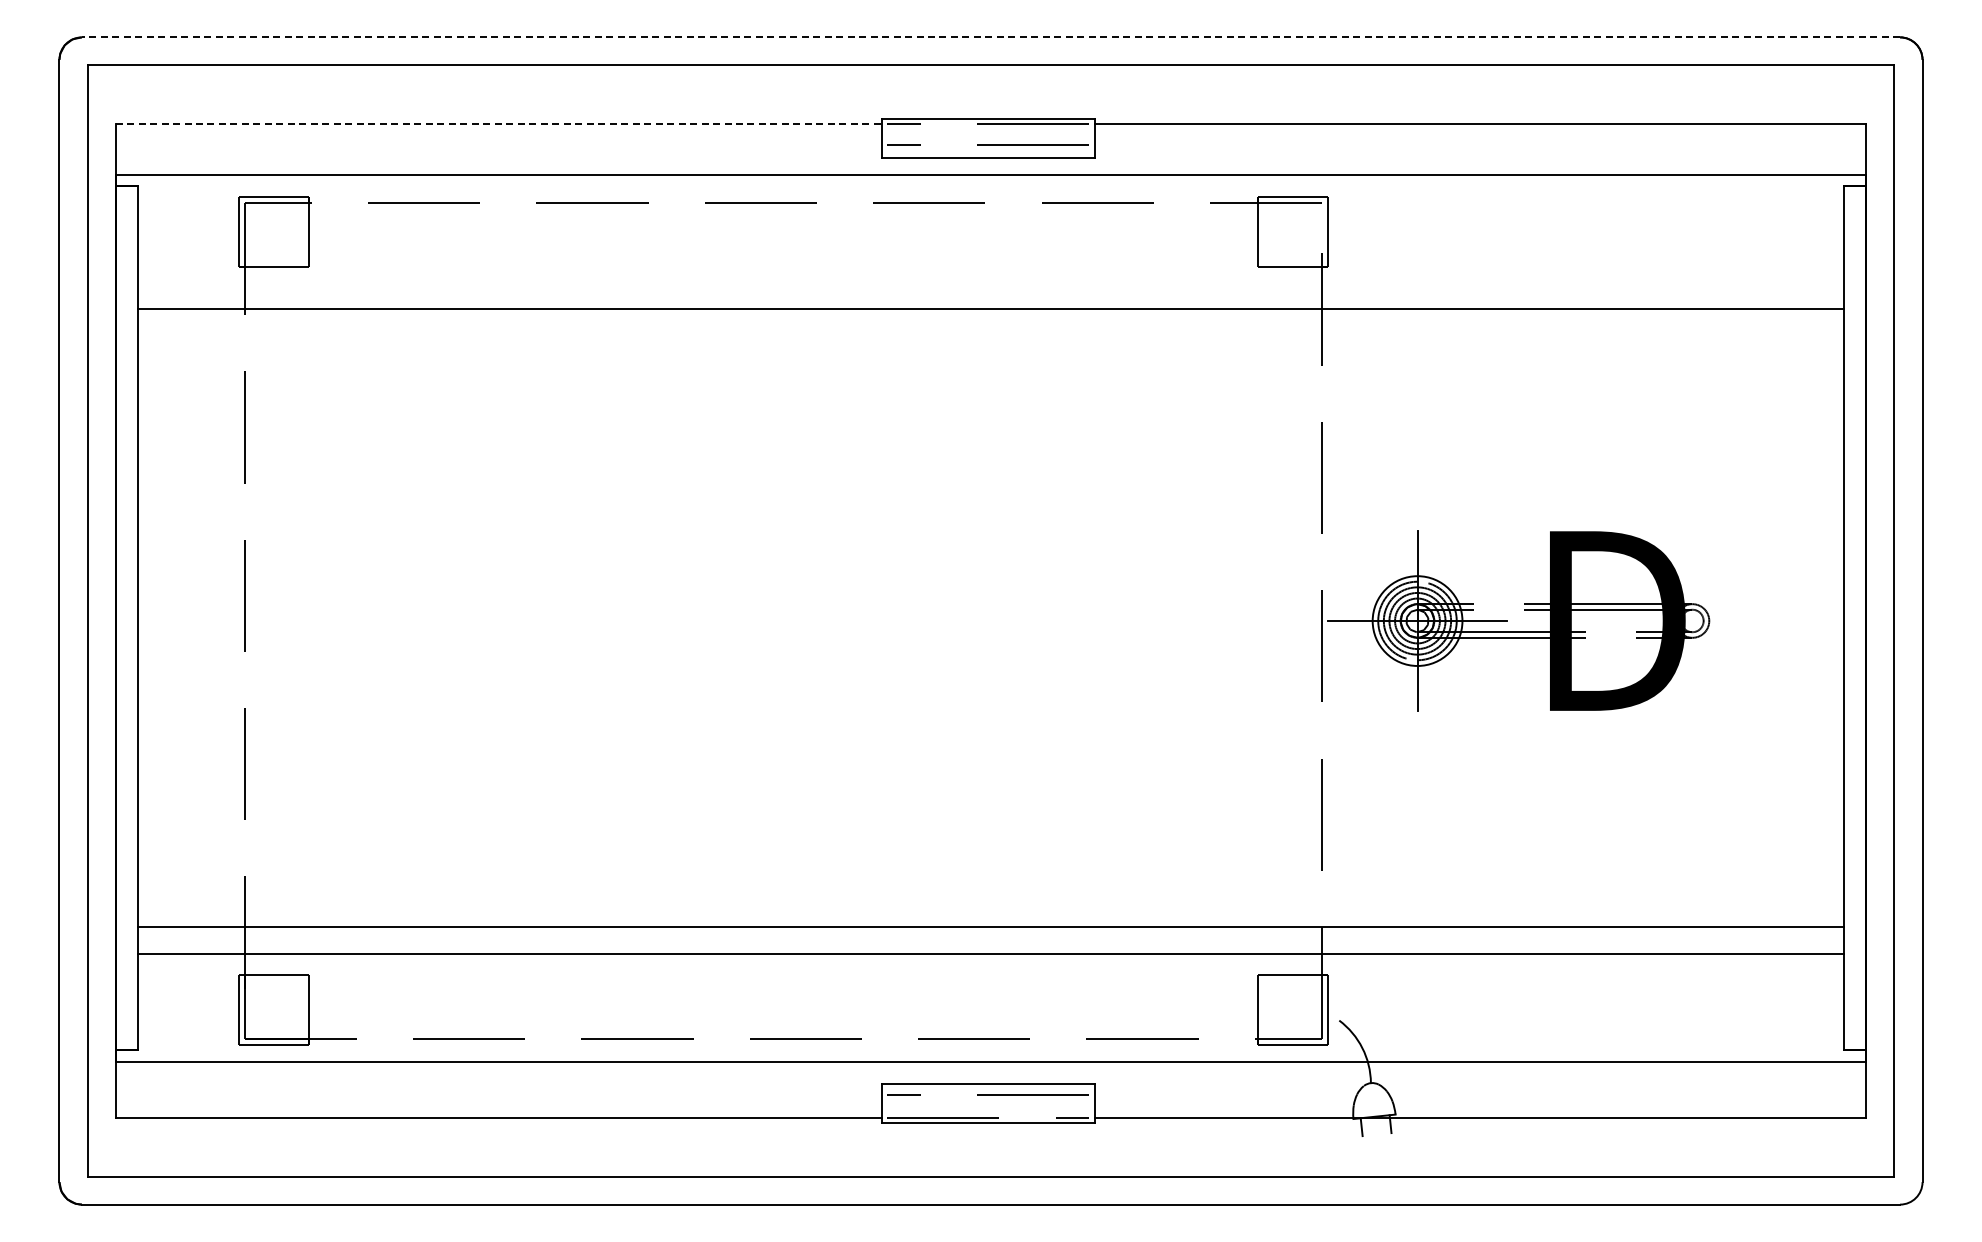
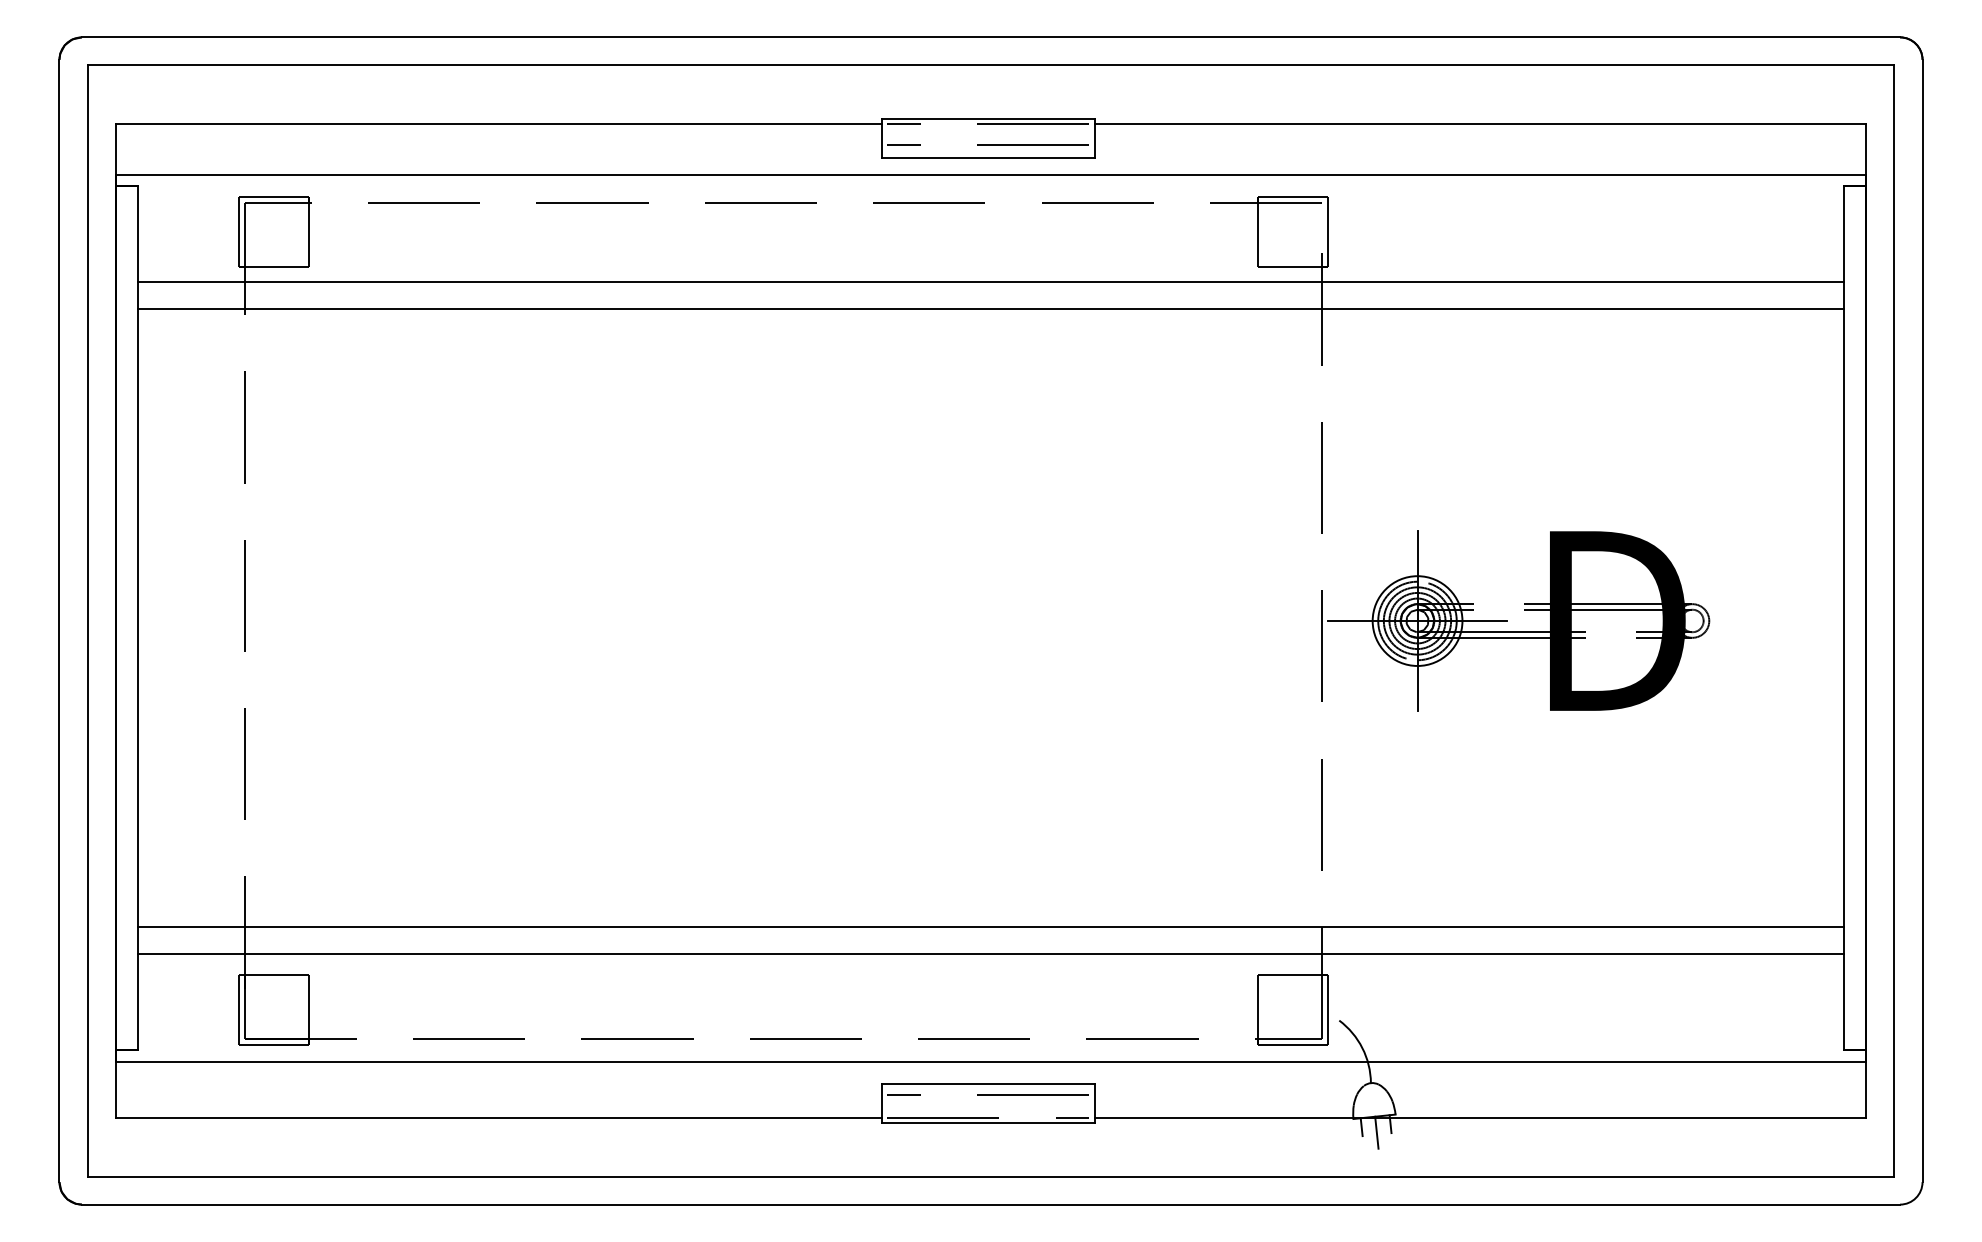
line at (990, 37): dashed -> solid
line at (499, 124): dashed -> solid
line at (990, 281): none -> present
line at (1376, 1132): none -> present
